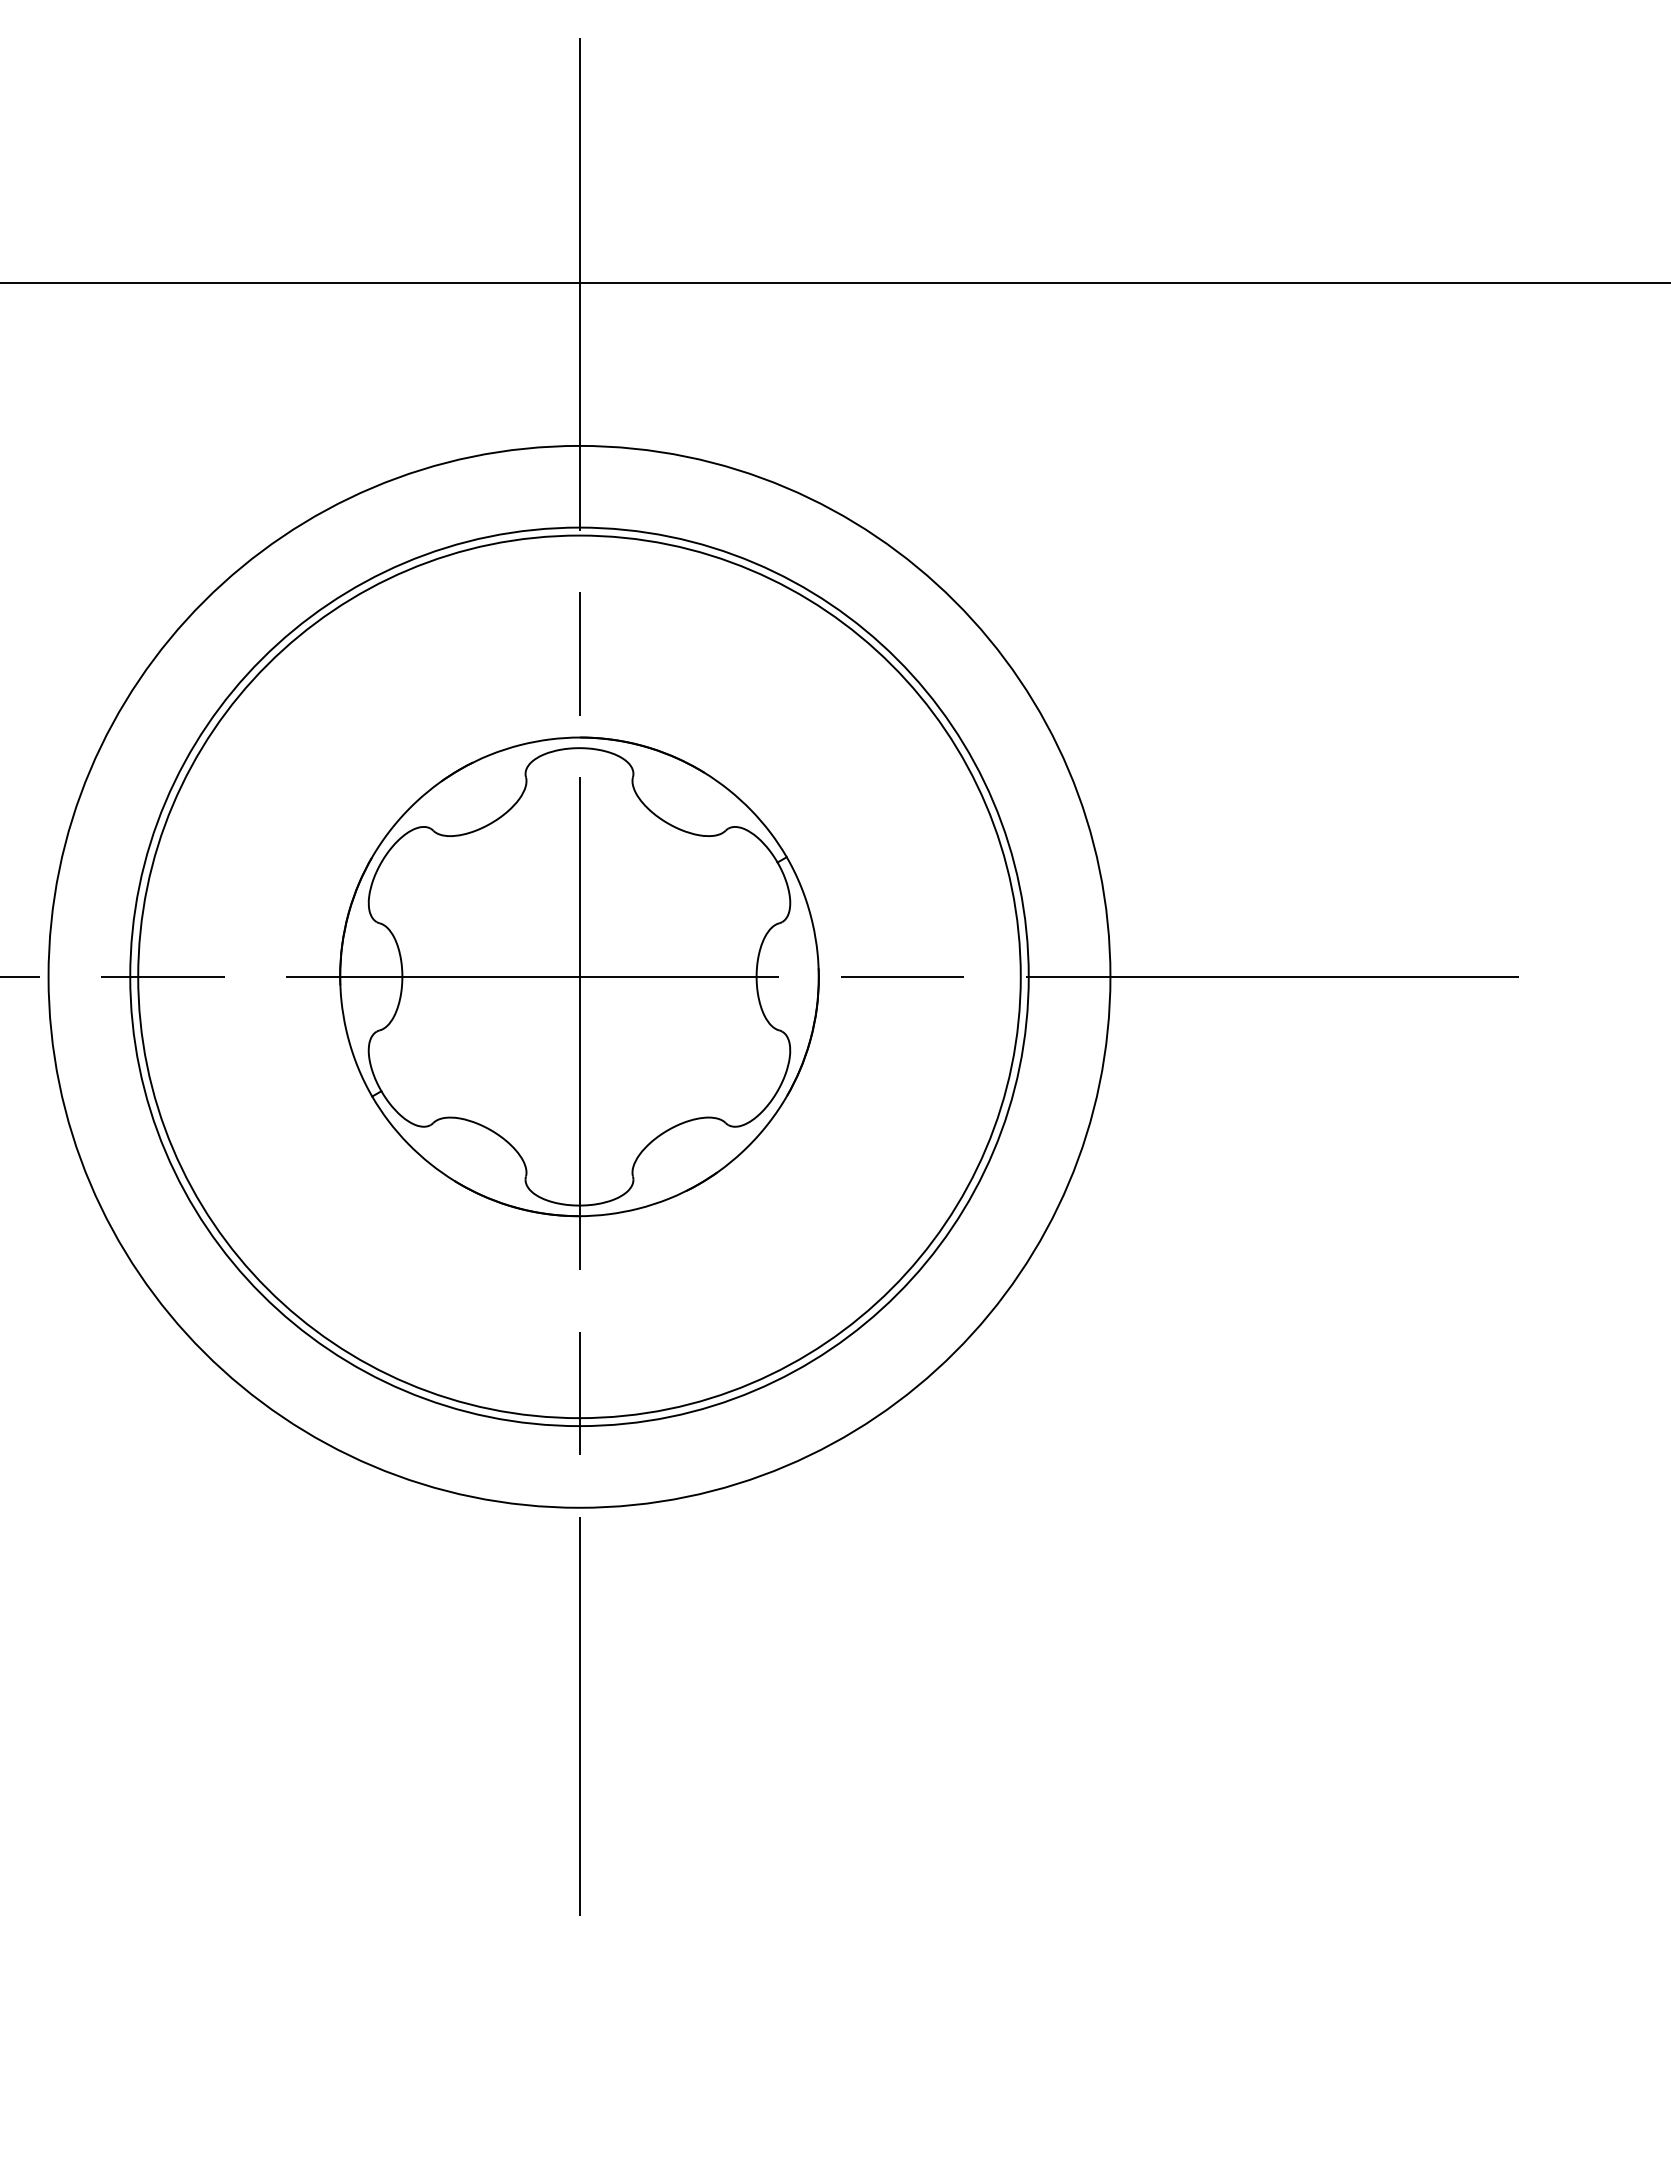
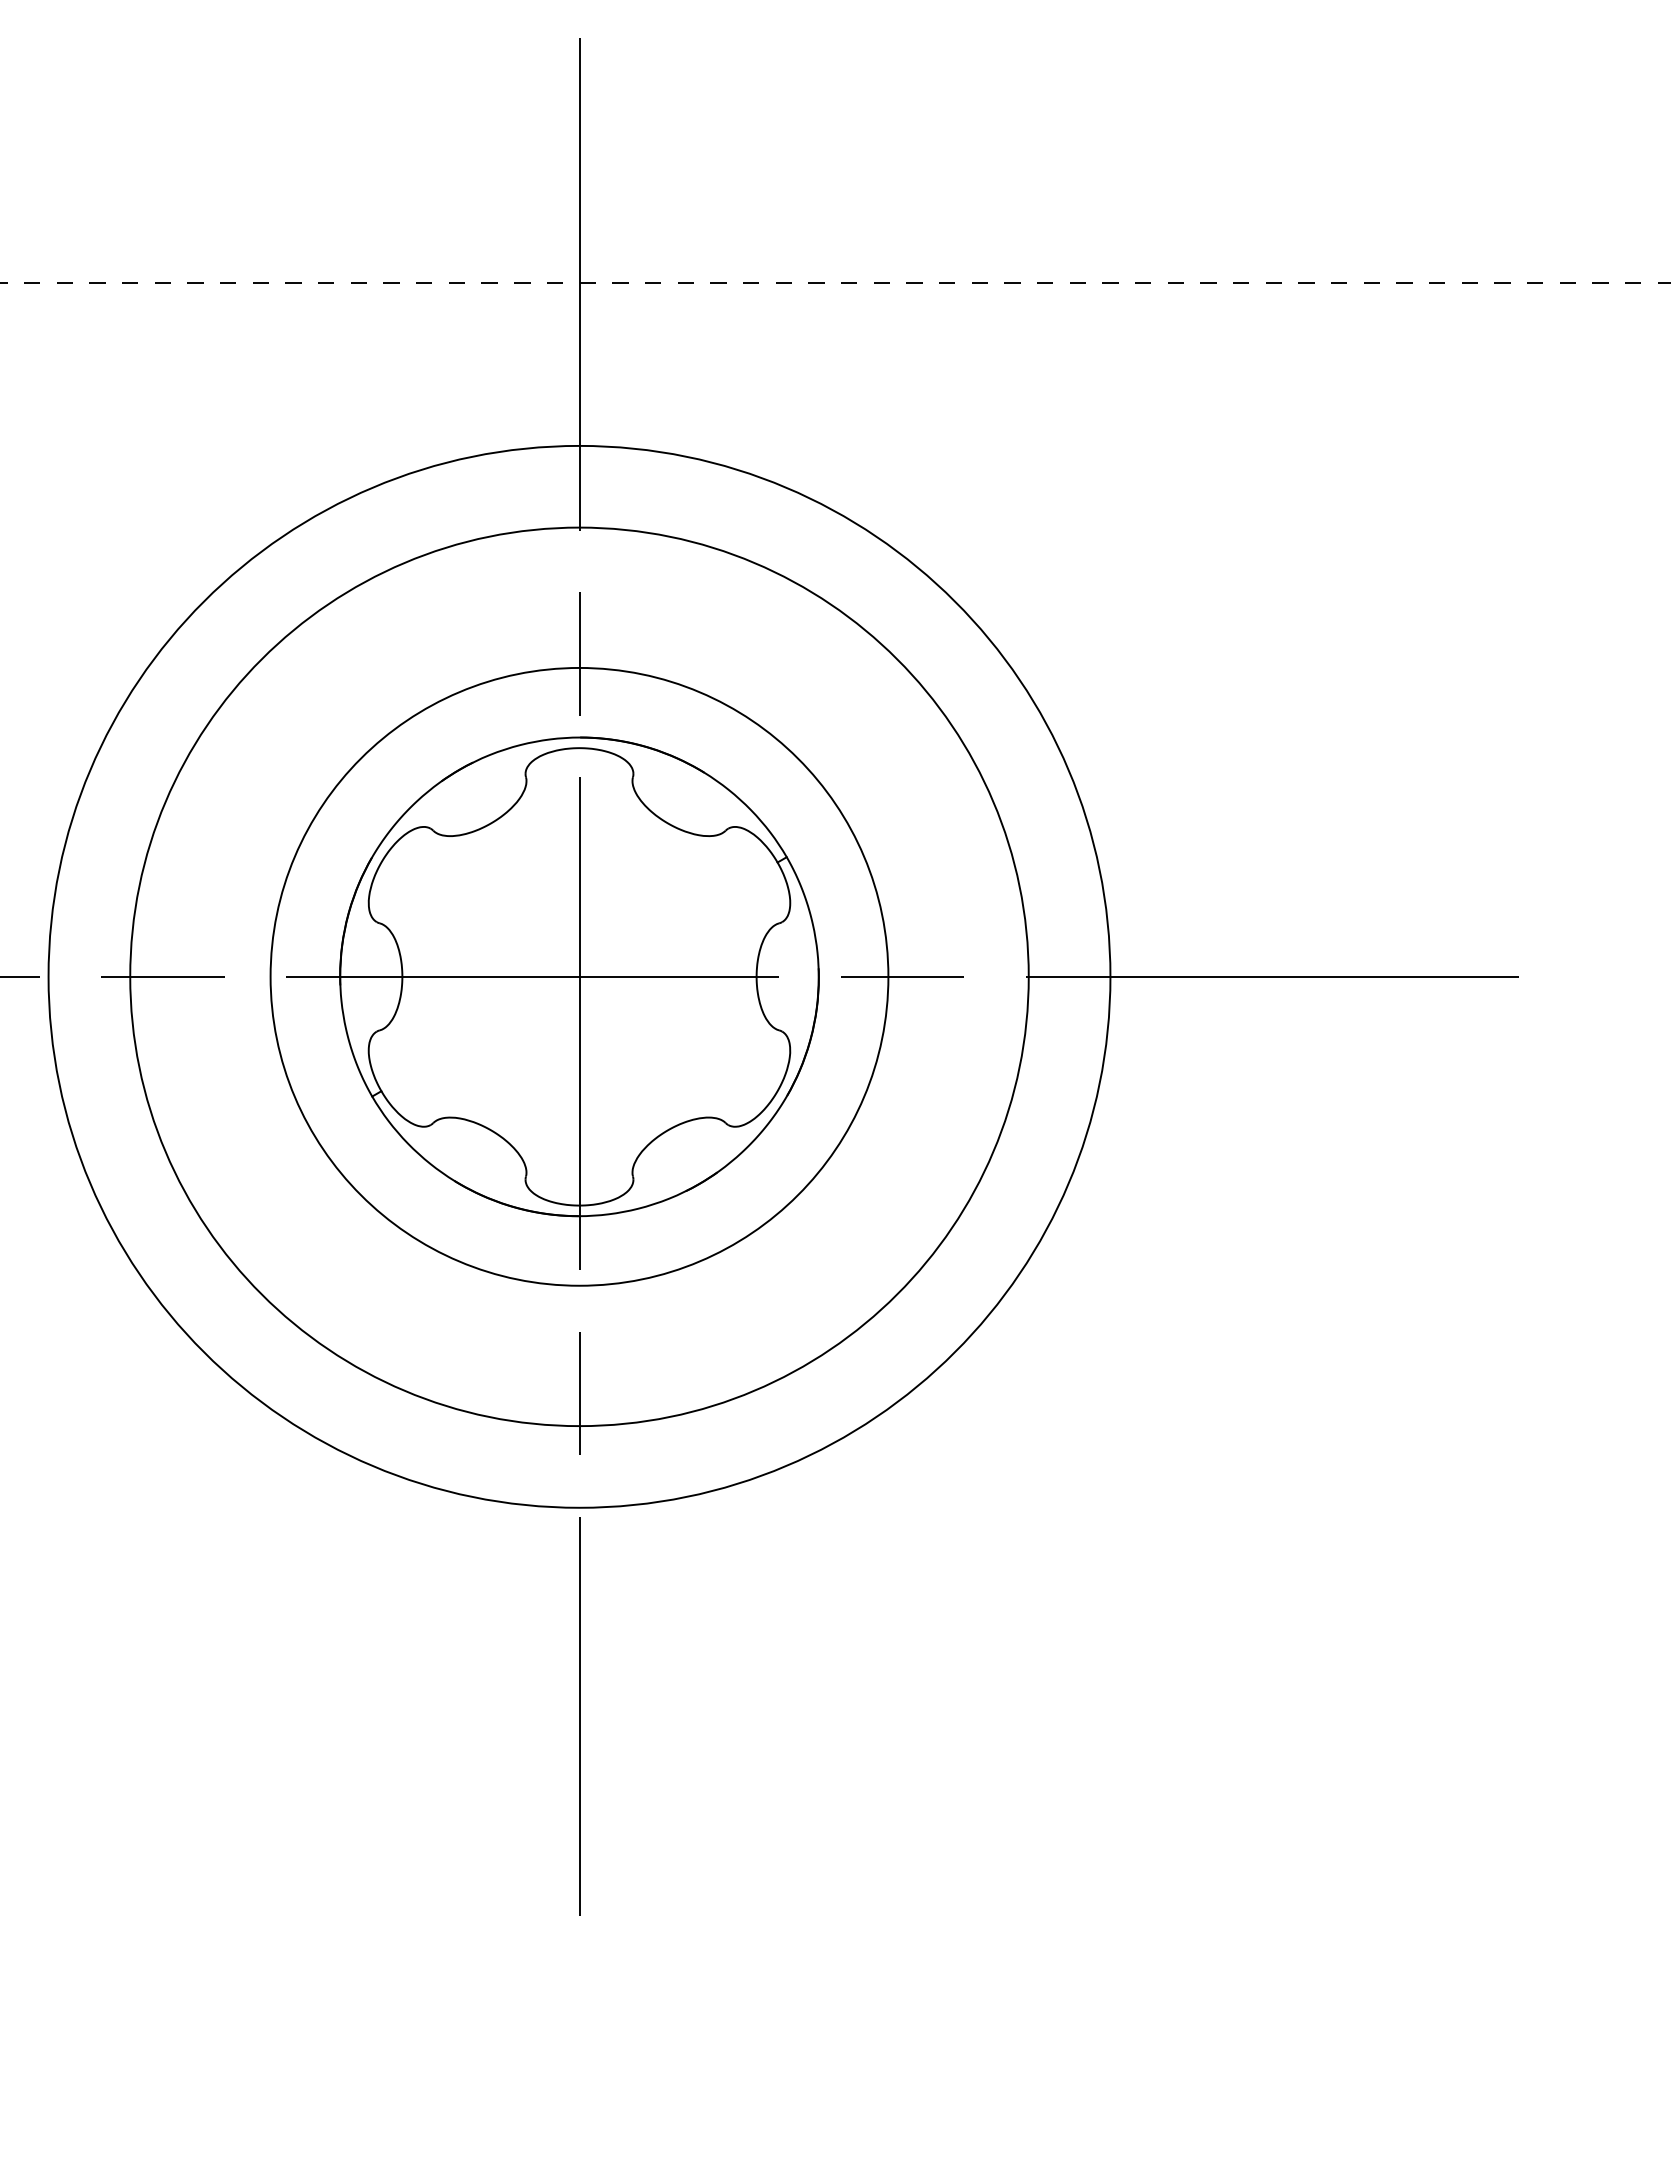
line at (835, 282): solid -> dashed
circle at (579, 976) diameter: 883 px -> 618 px
